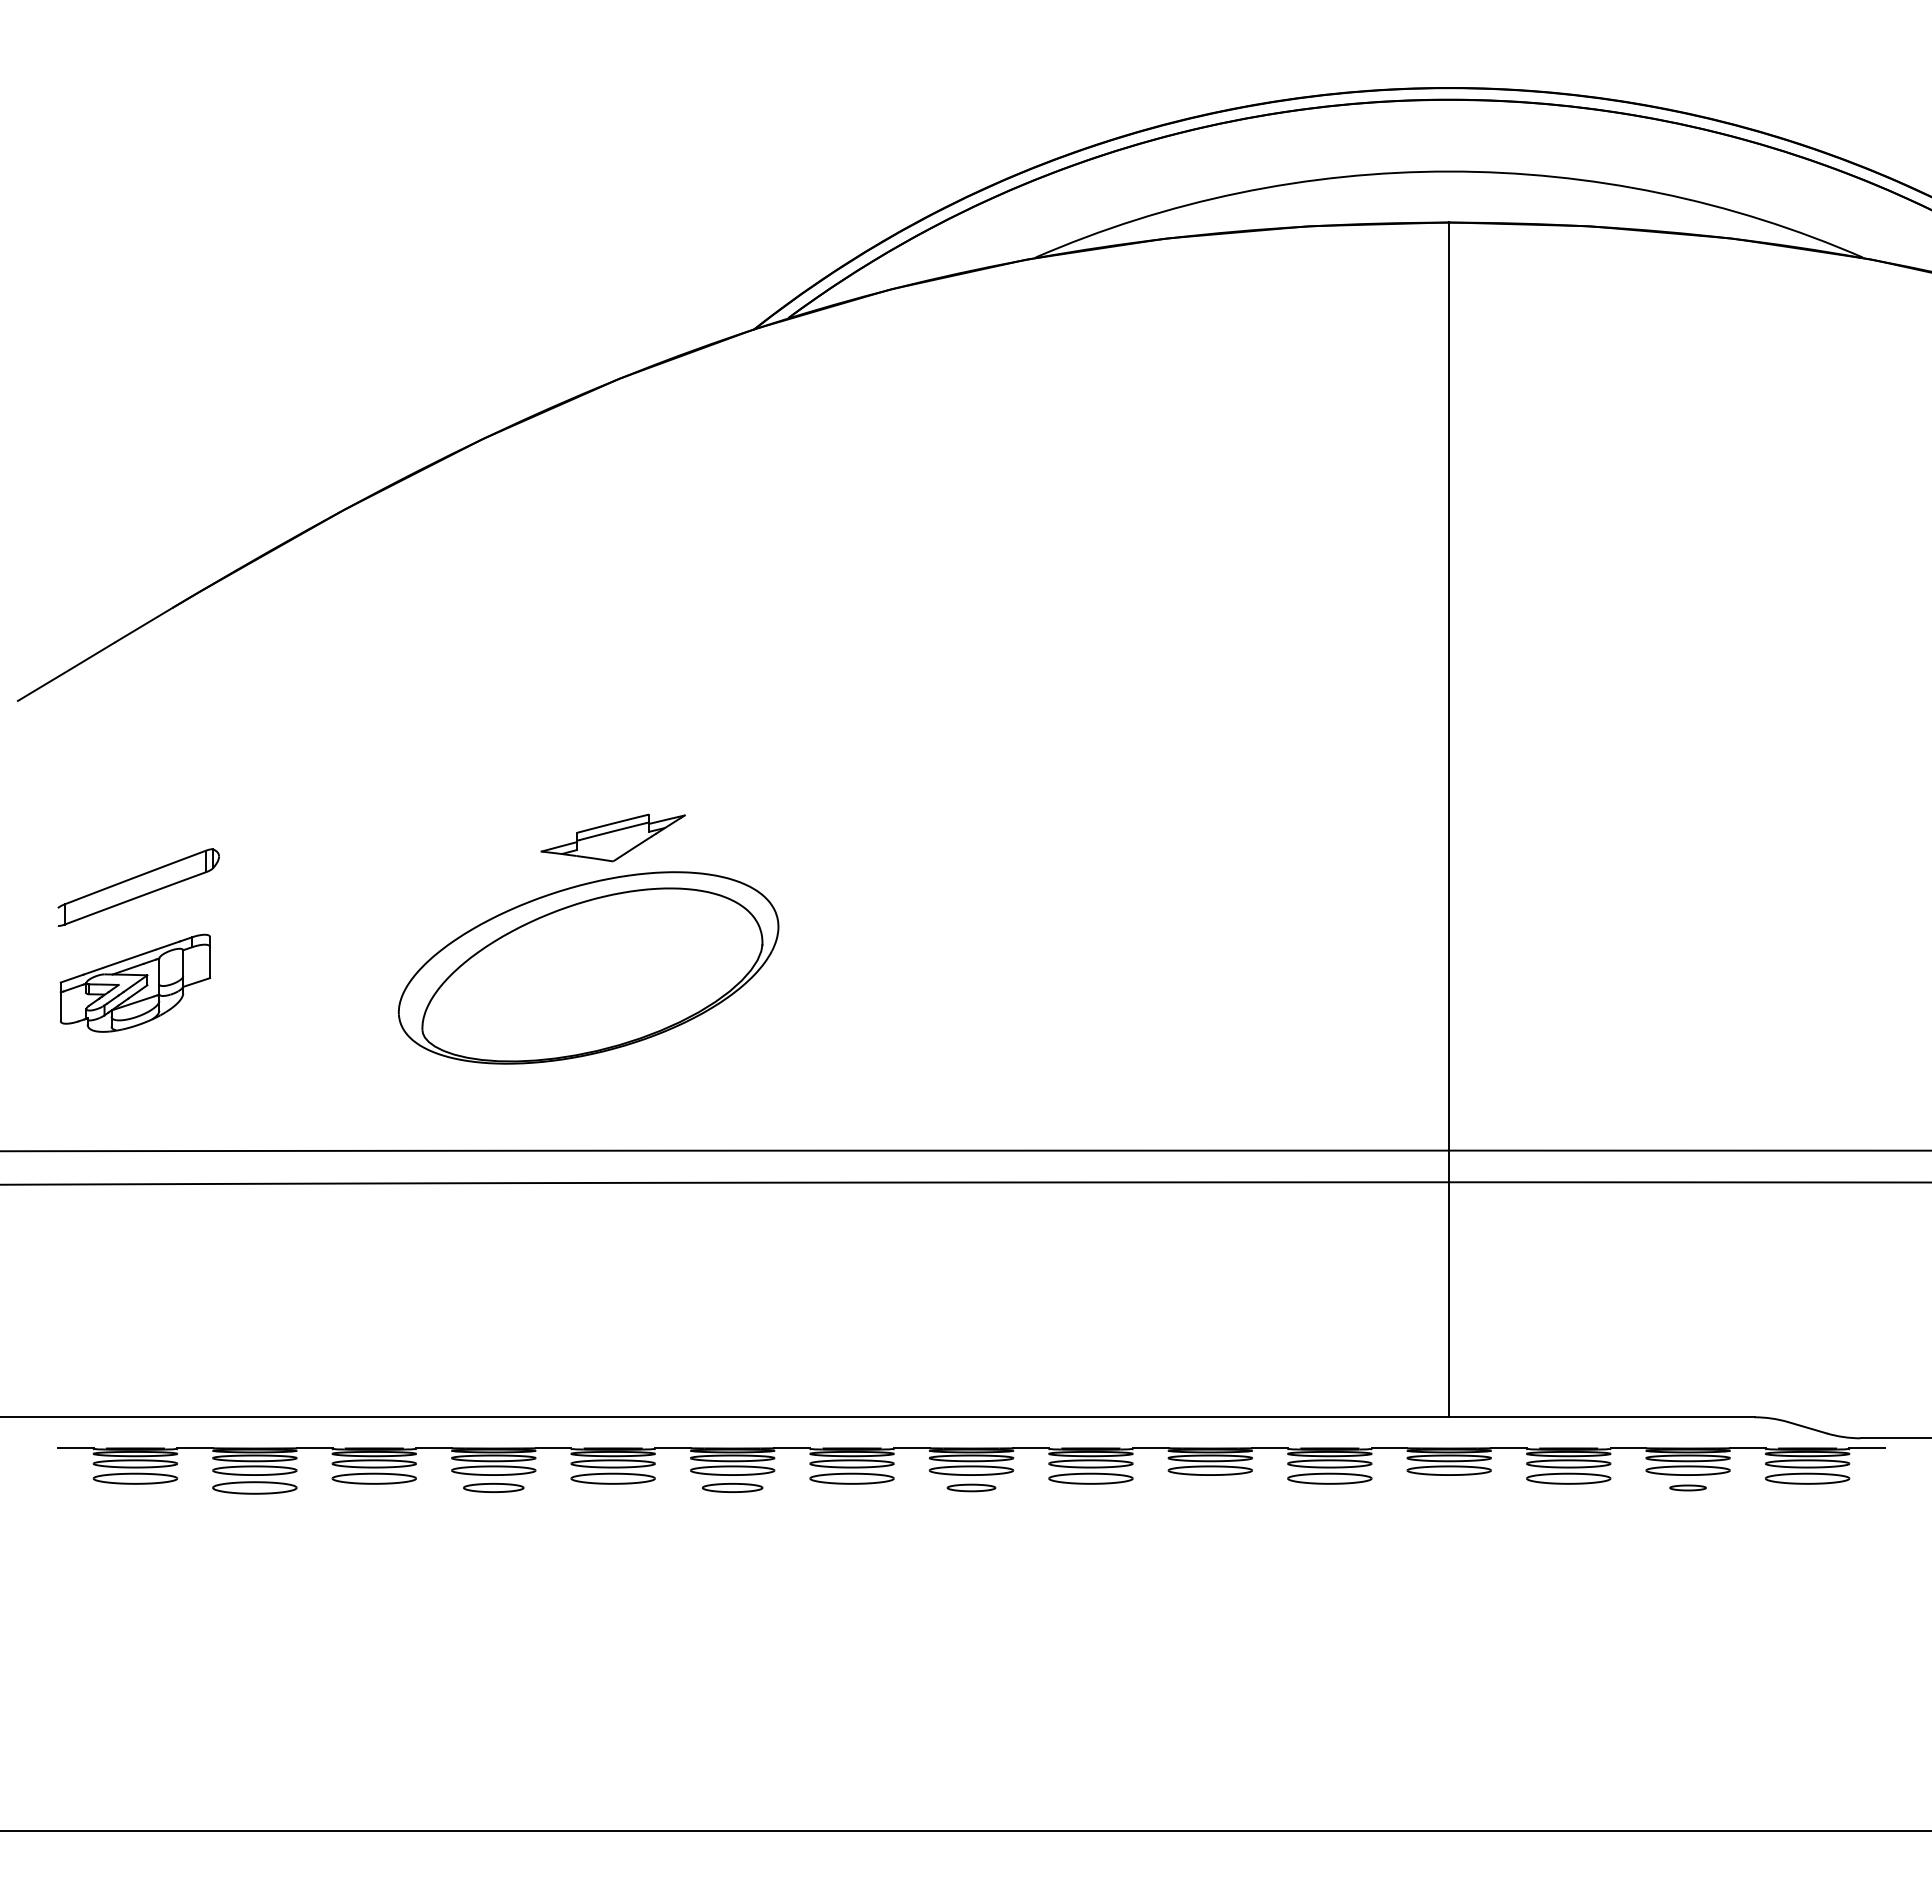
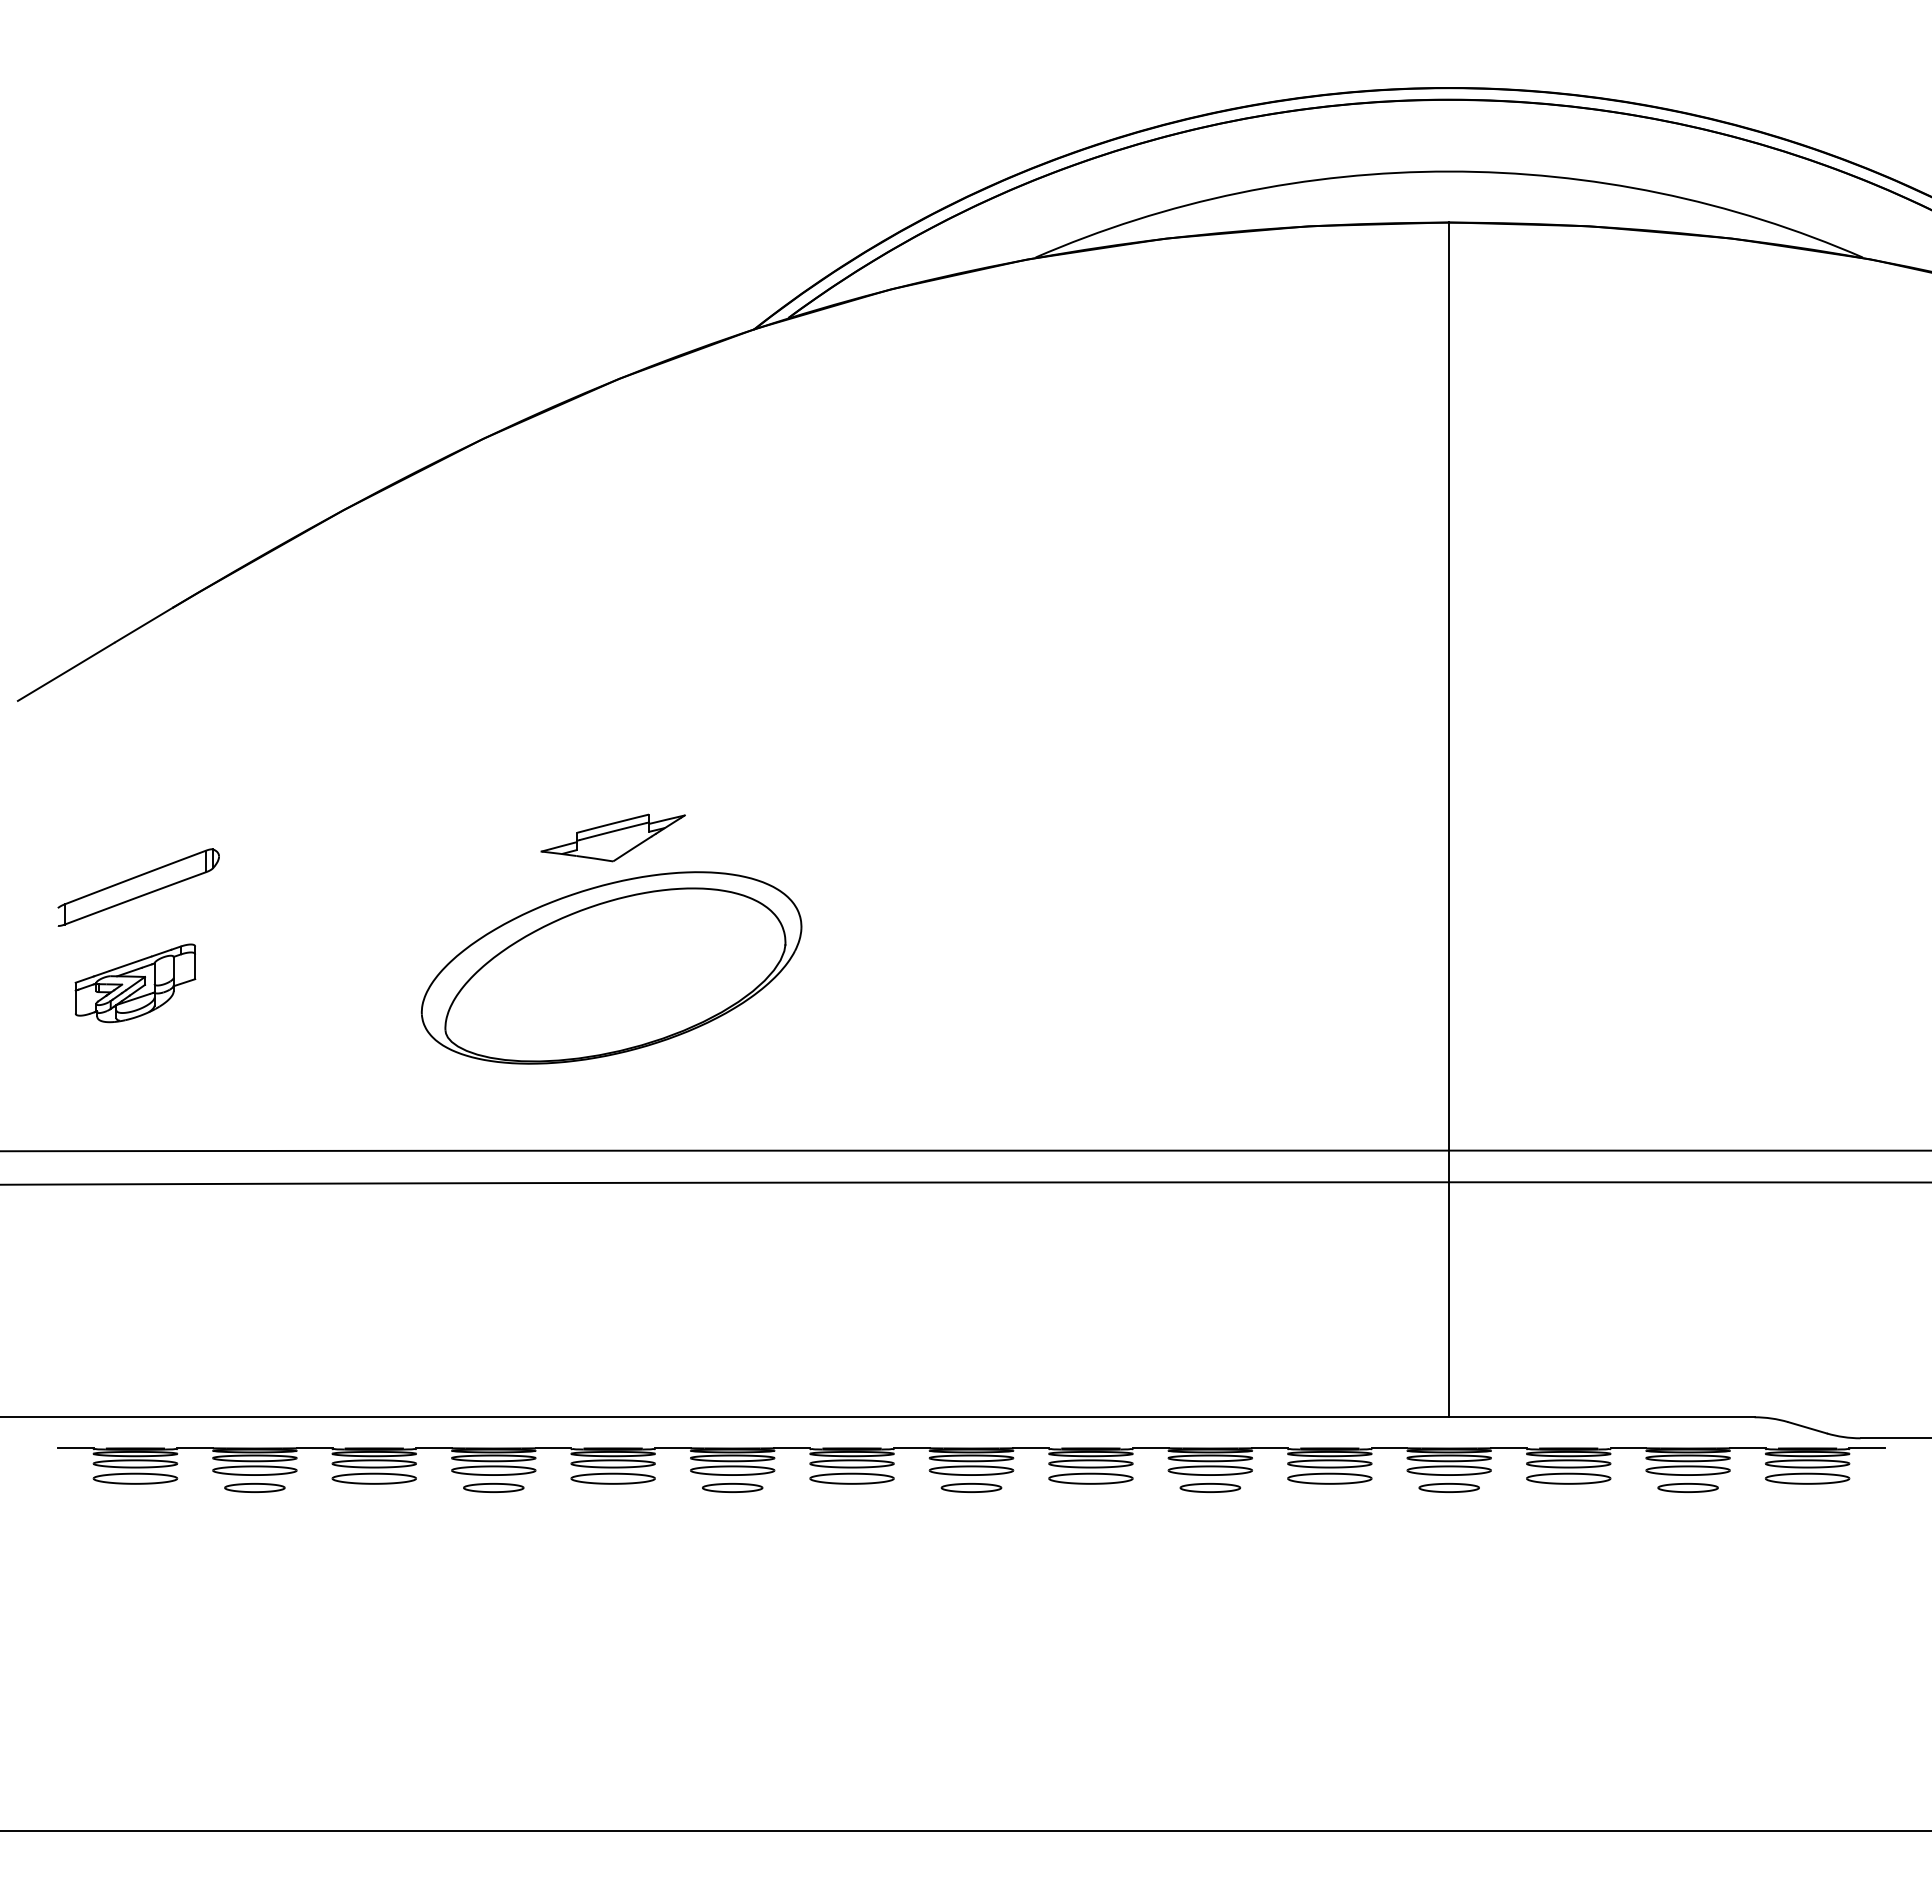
part at (588, 967) position: (588, 967) -> (611, 967)
part at (135, 982) size: 153x100 px -> 123x81 px
part at (254, 1487) size: 86x14 px -> 62x10 px
part at (971, 1487) size: 51x10 px -> 63x10 px
part at (1210, 1487): none -> present
part at (1448, 1487): none -> present
part at (1687, 1487) size: 38x8 px -> 62x10 px
